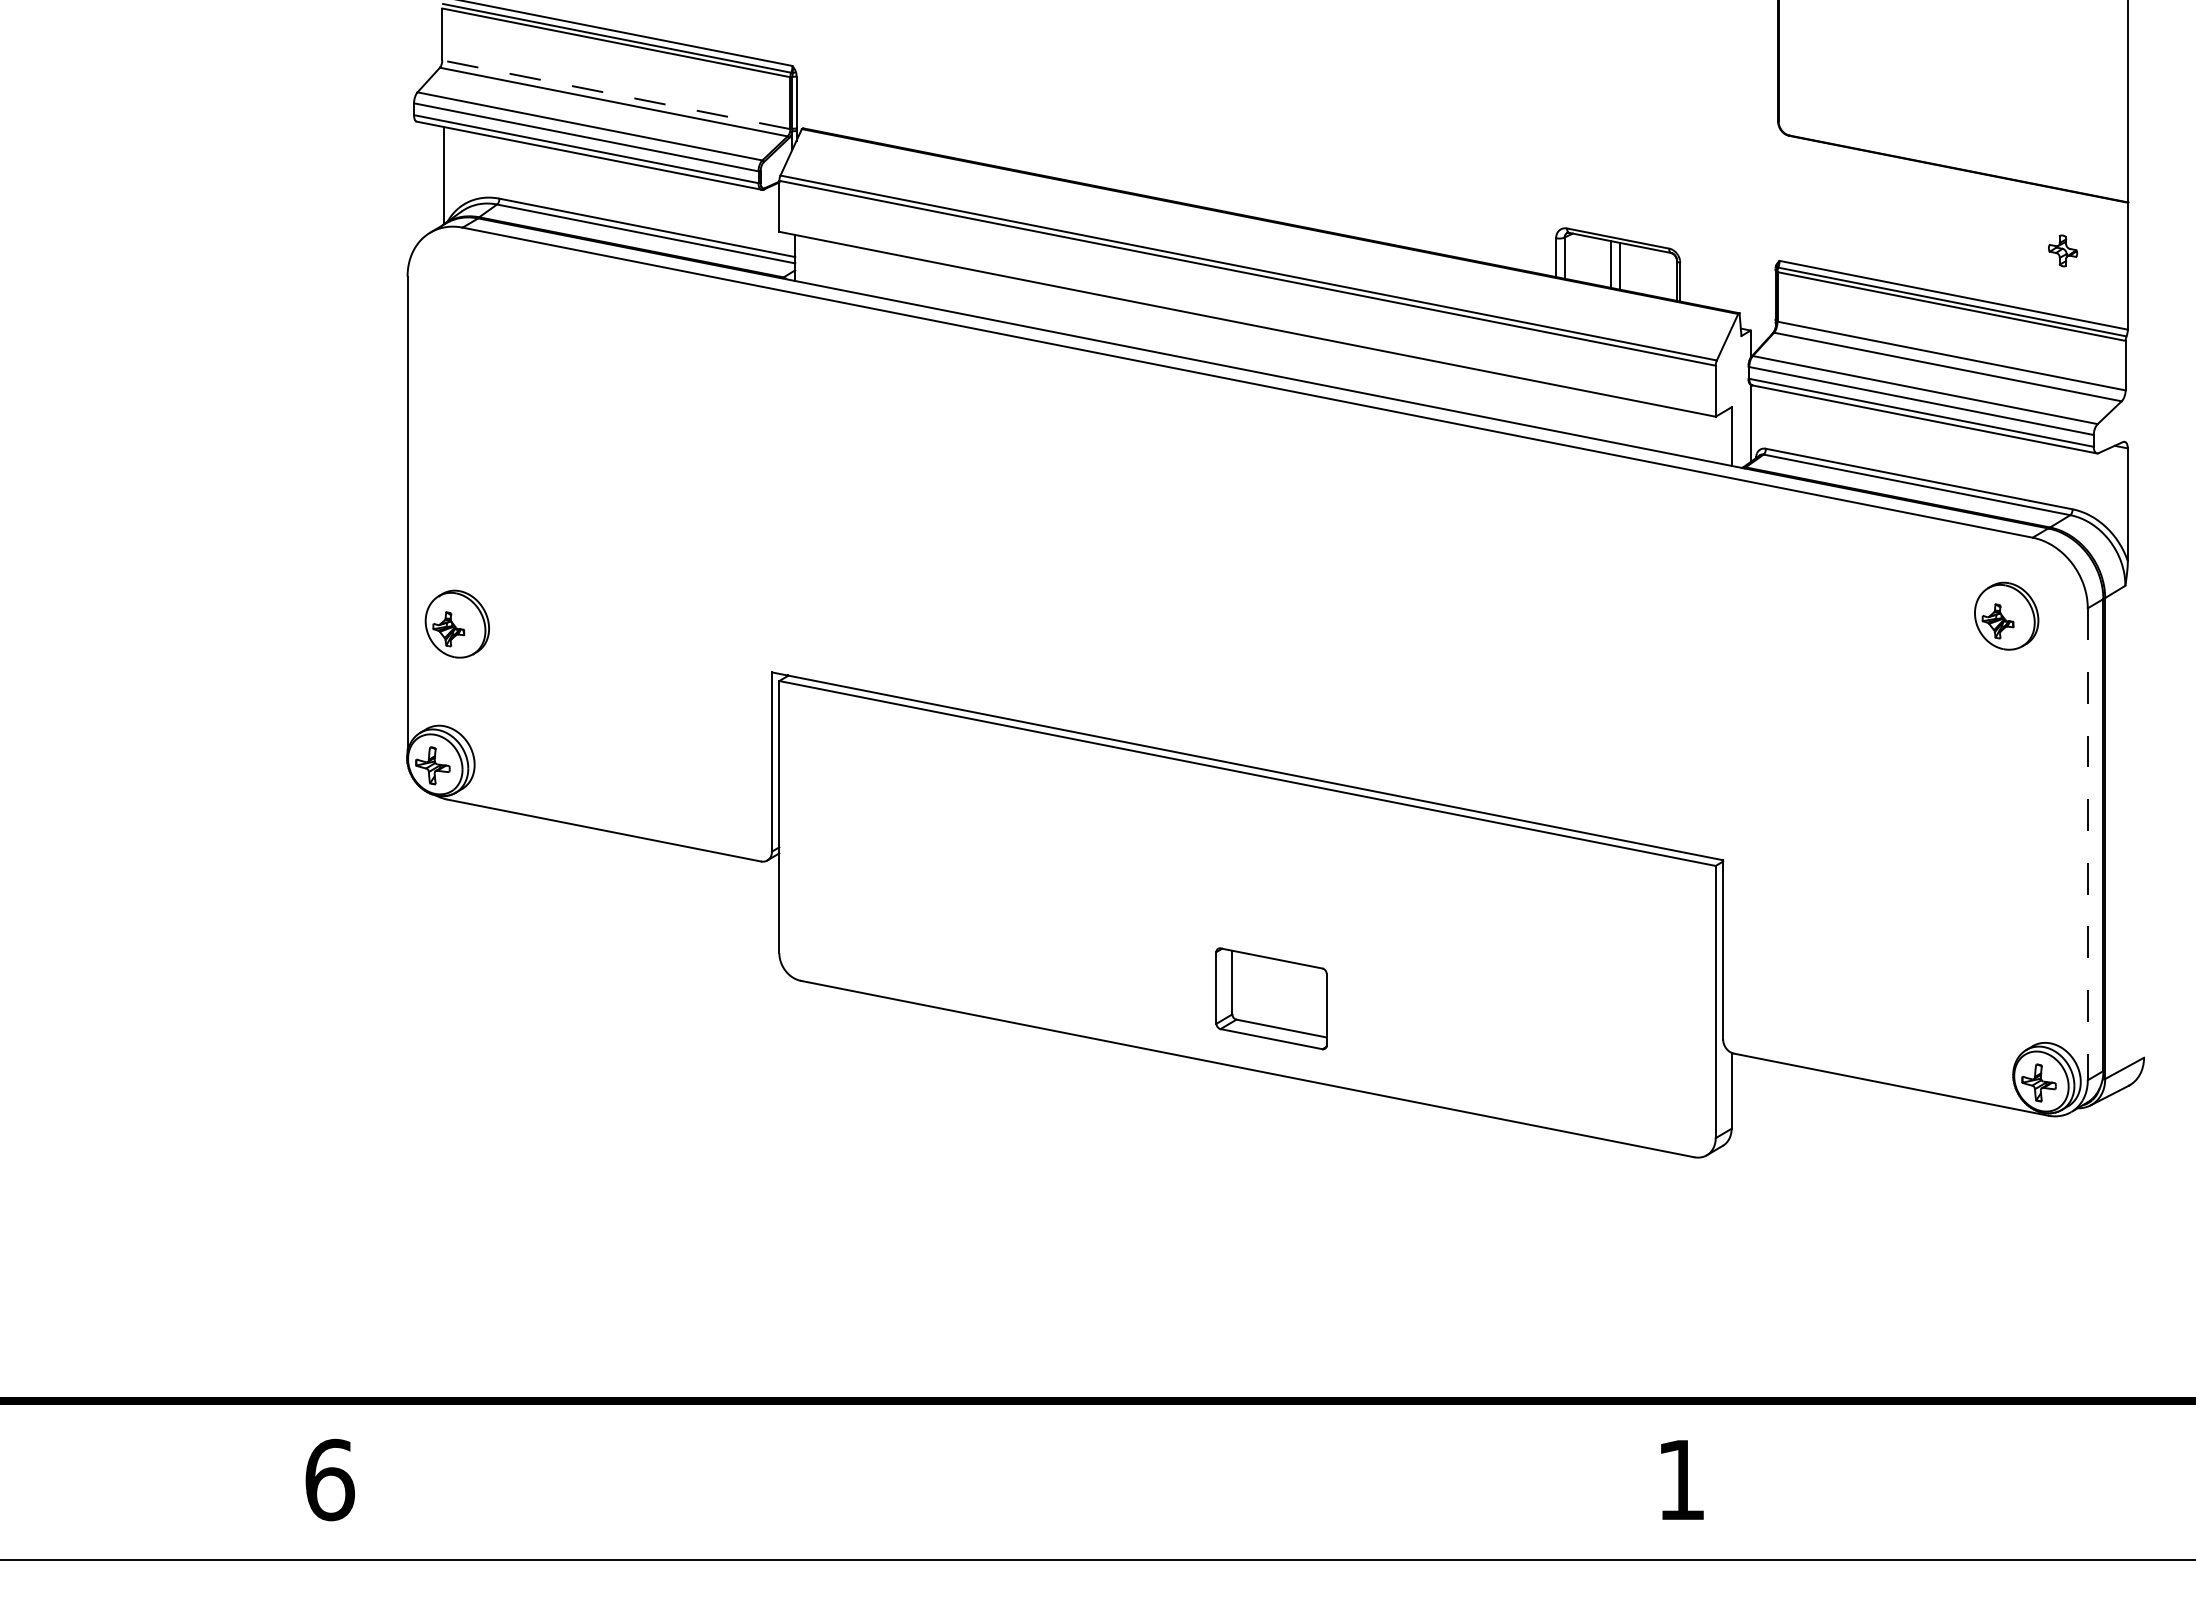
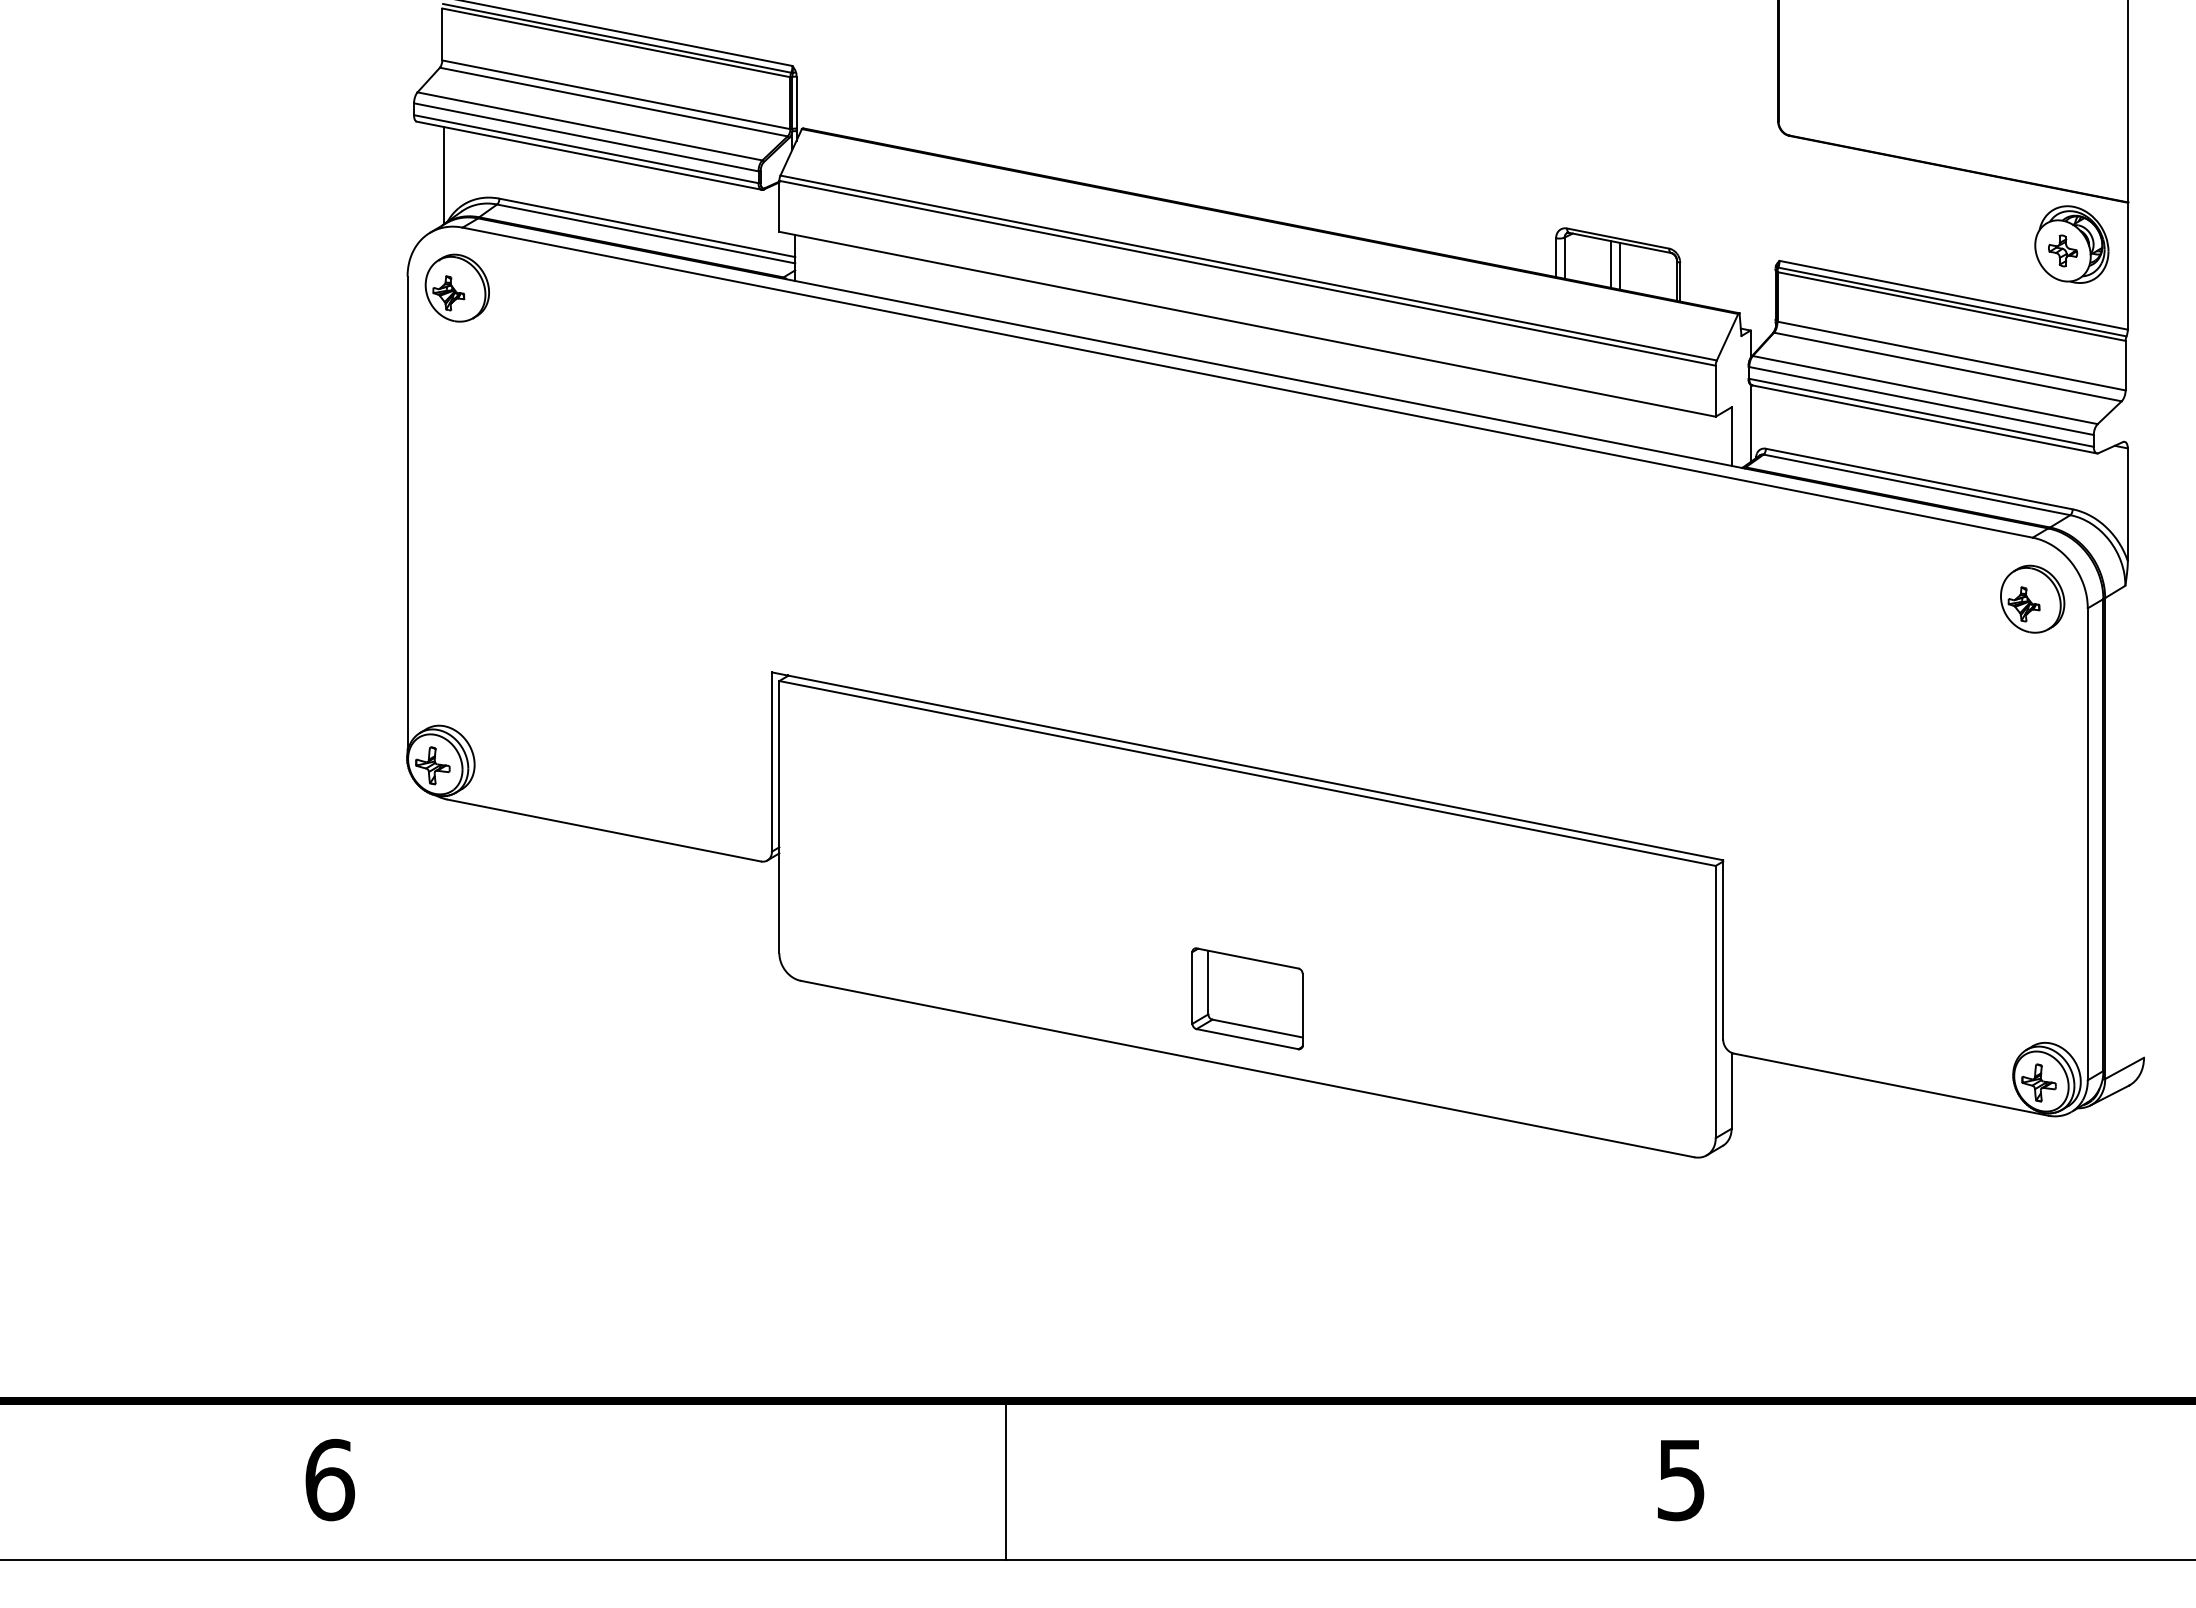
line at (615, 94): dashed -> solid
part at (2071, 244): none -> present
part at (2006, 615) position: (2006, 615) -> (2032, 598)
part at (456, 623) position: (456, 623) -> (456, 287)
line at (2087, 844): dashed -> solid
part at (1271, 998) position: (1271, 998) -> (1247, 998)
line at (1005, 1479): none -> present
text at (1681, 1480): 1 -> 5
